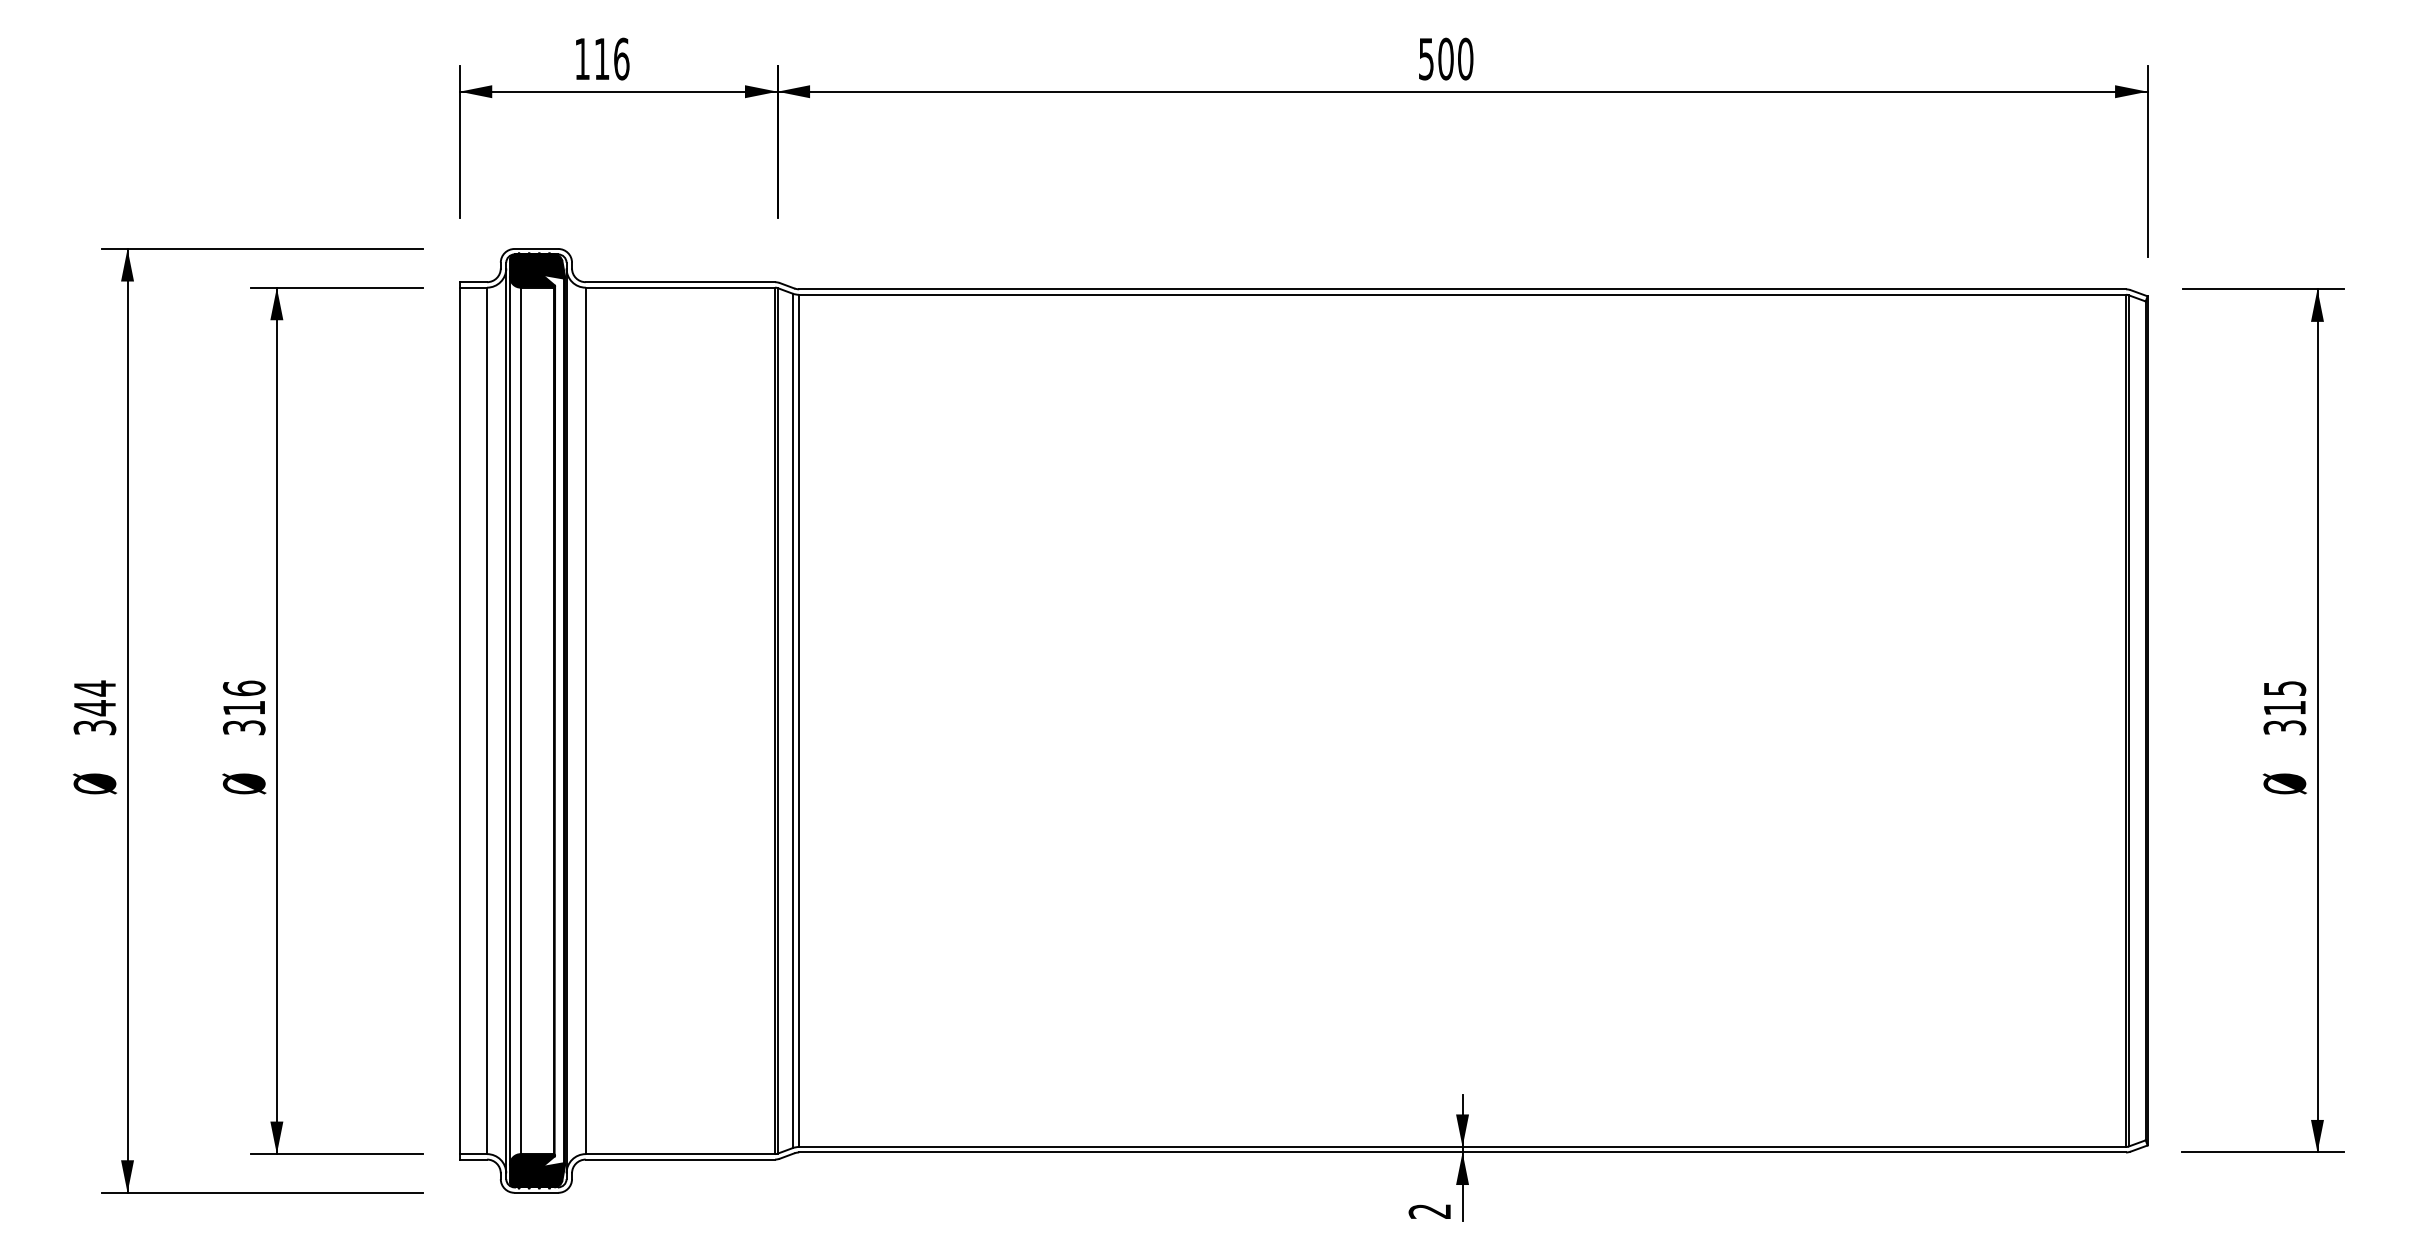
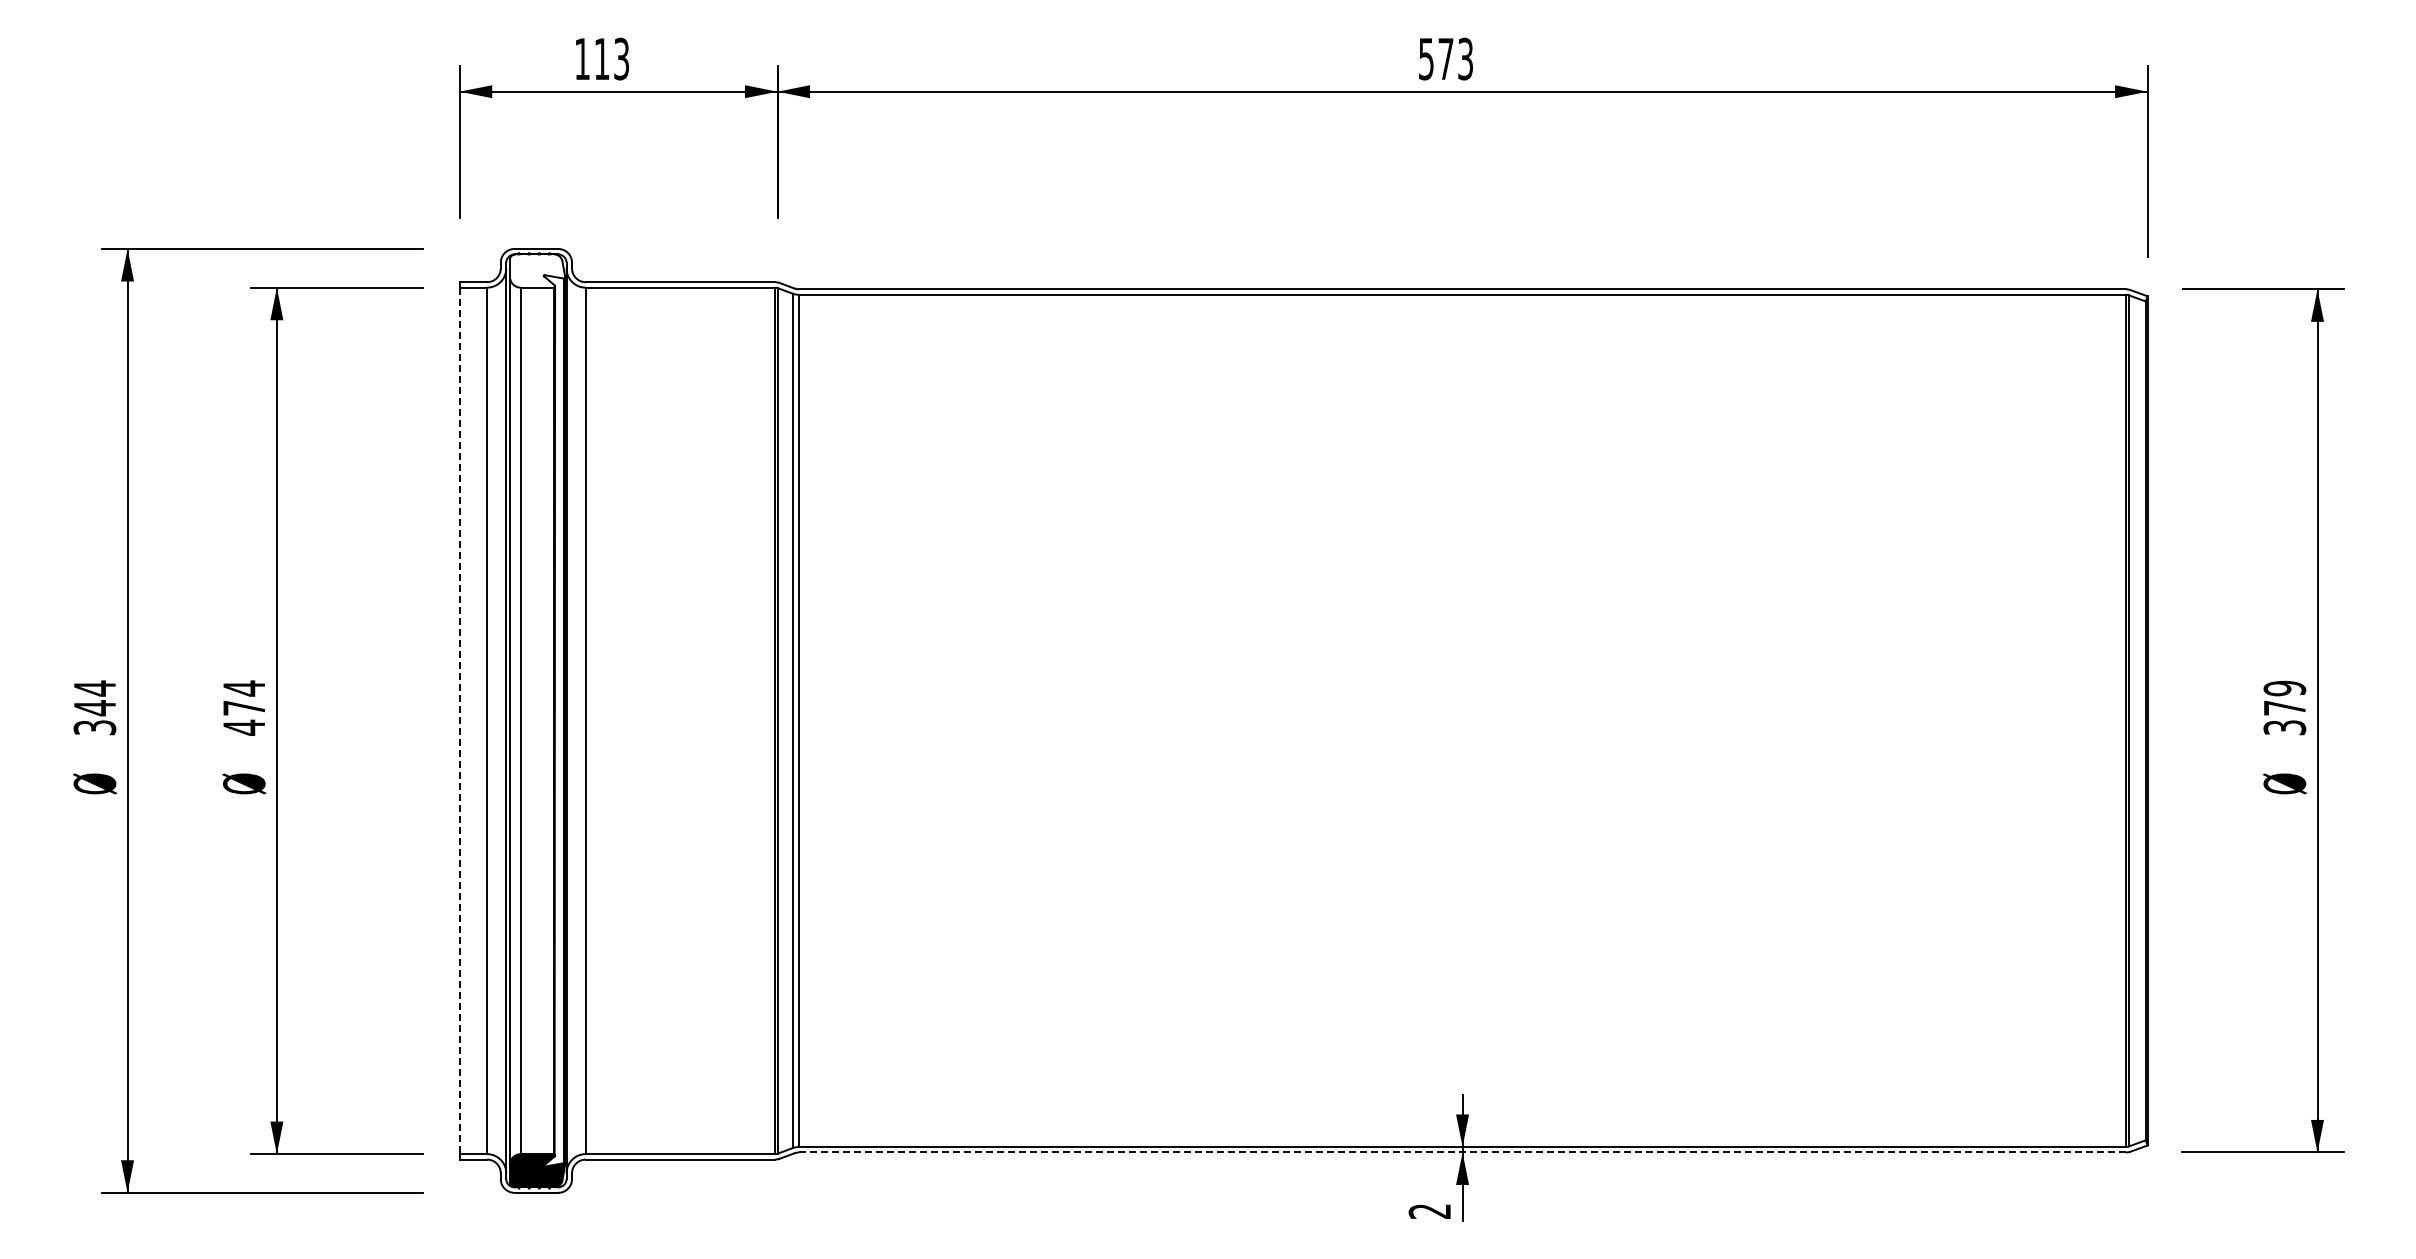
text at (621, 58): 116 -> 113
text at (1455, 58): 500 -> 573
fill at (537, 270): present -> none
text at (2284, 697): 315 -> 379
text at (243, 707): 316 -> 474
line at (459, 721): solid -> dashed
line at (1462, 1152): solid -> dashed
